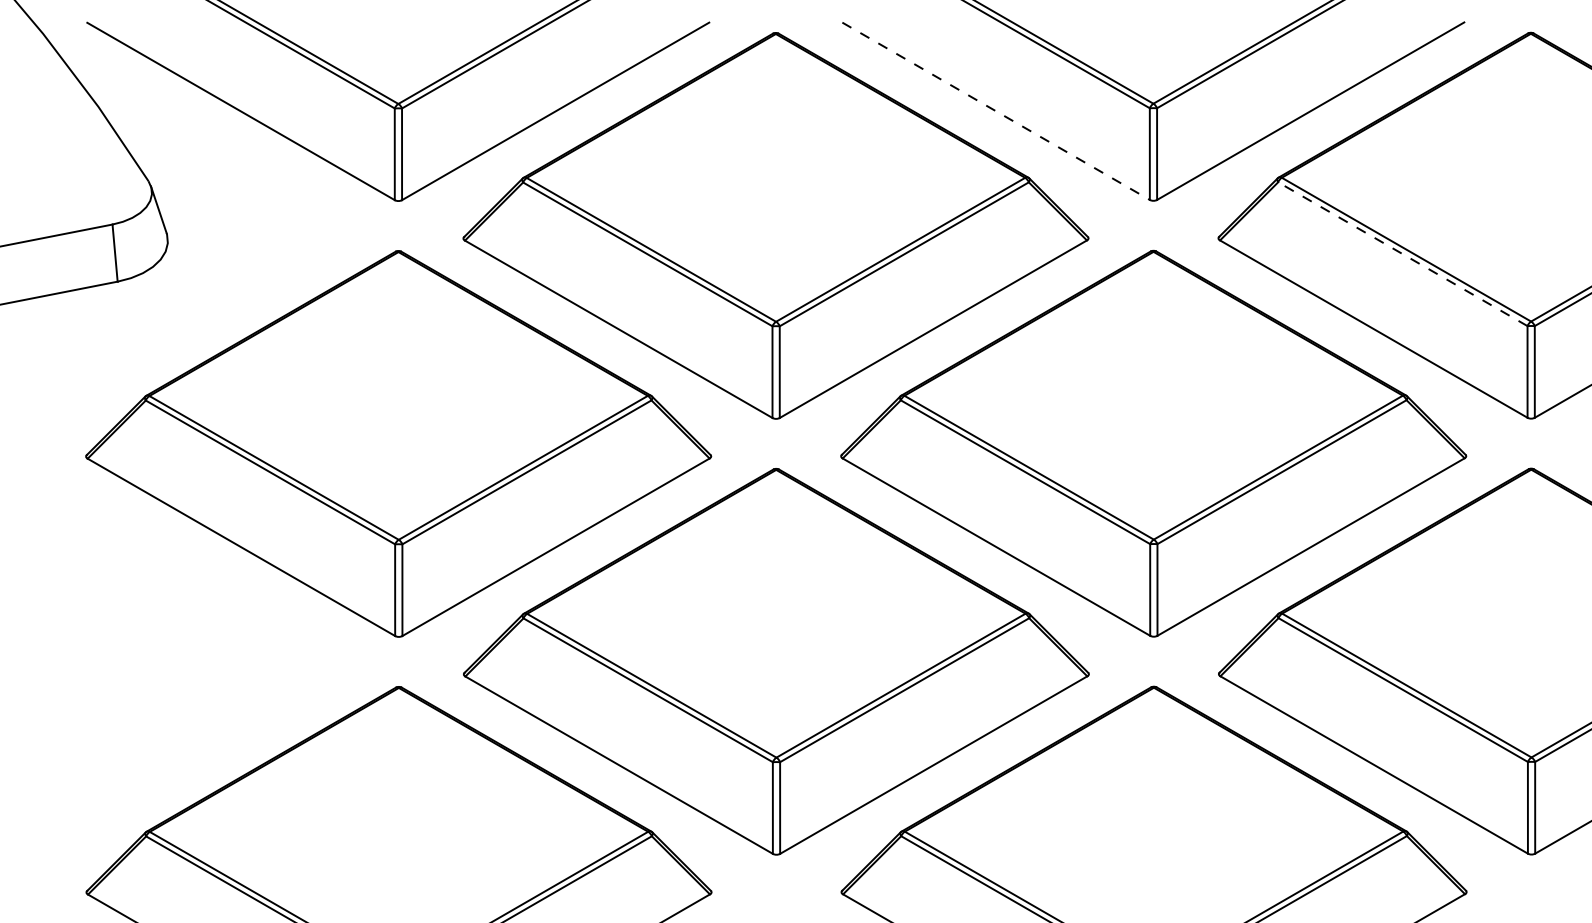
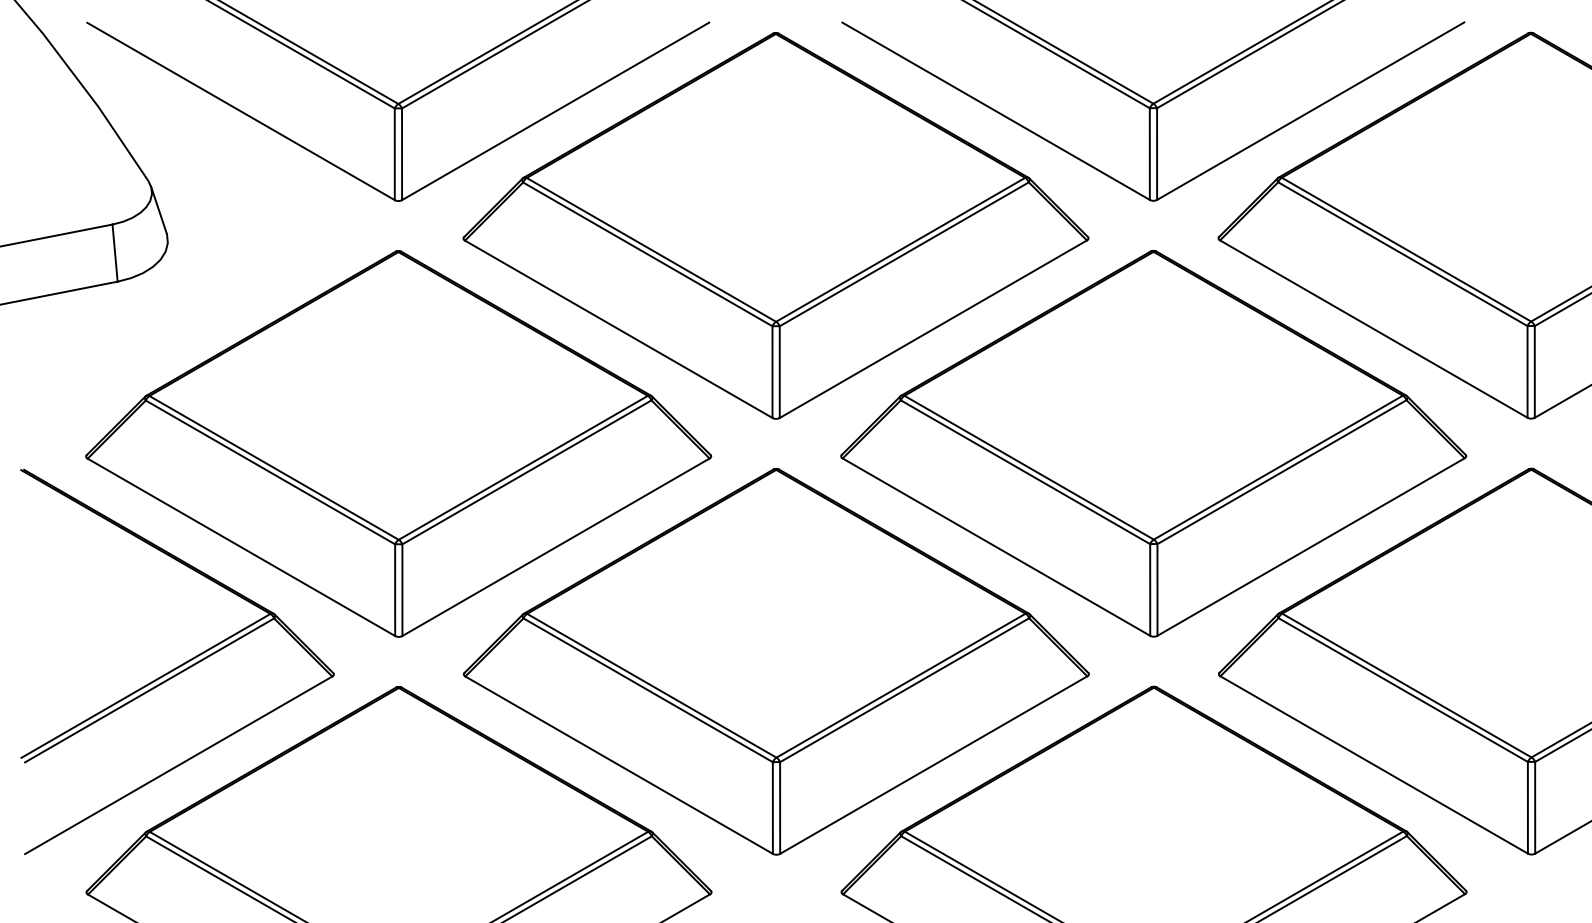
line at (996, 111): dashed -> solid
line at (1402, 254): dashed -> solid
part at (177, 661): none -> present
